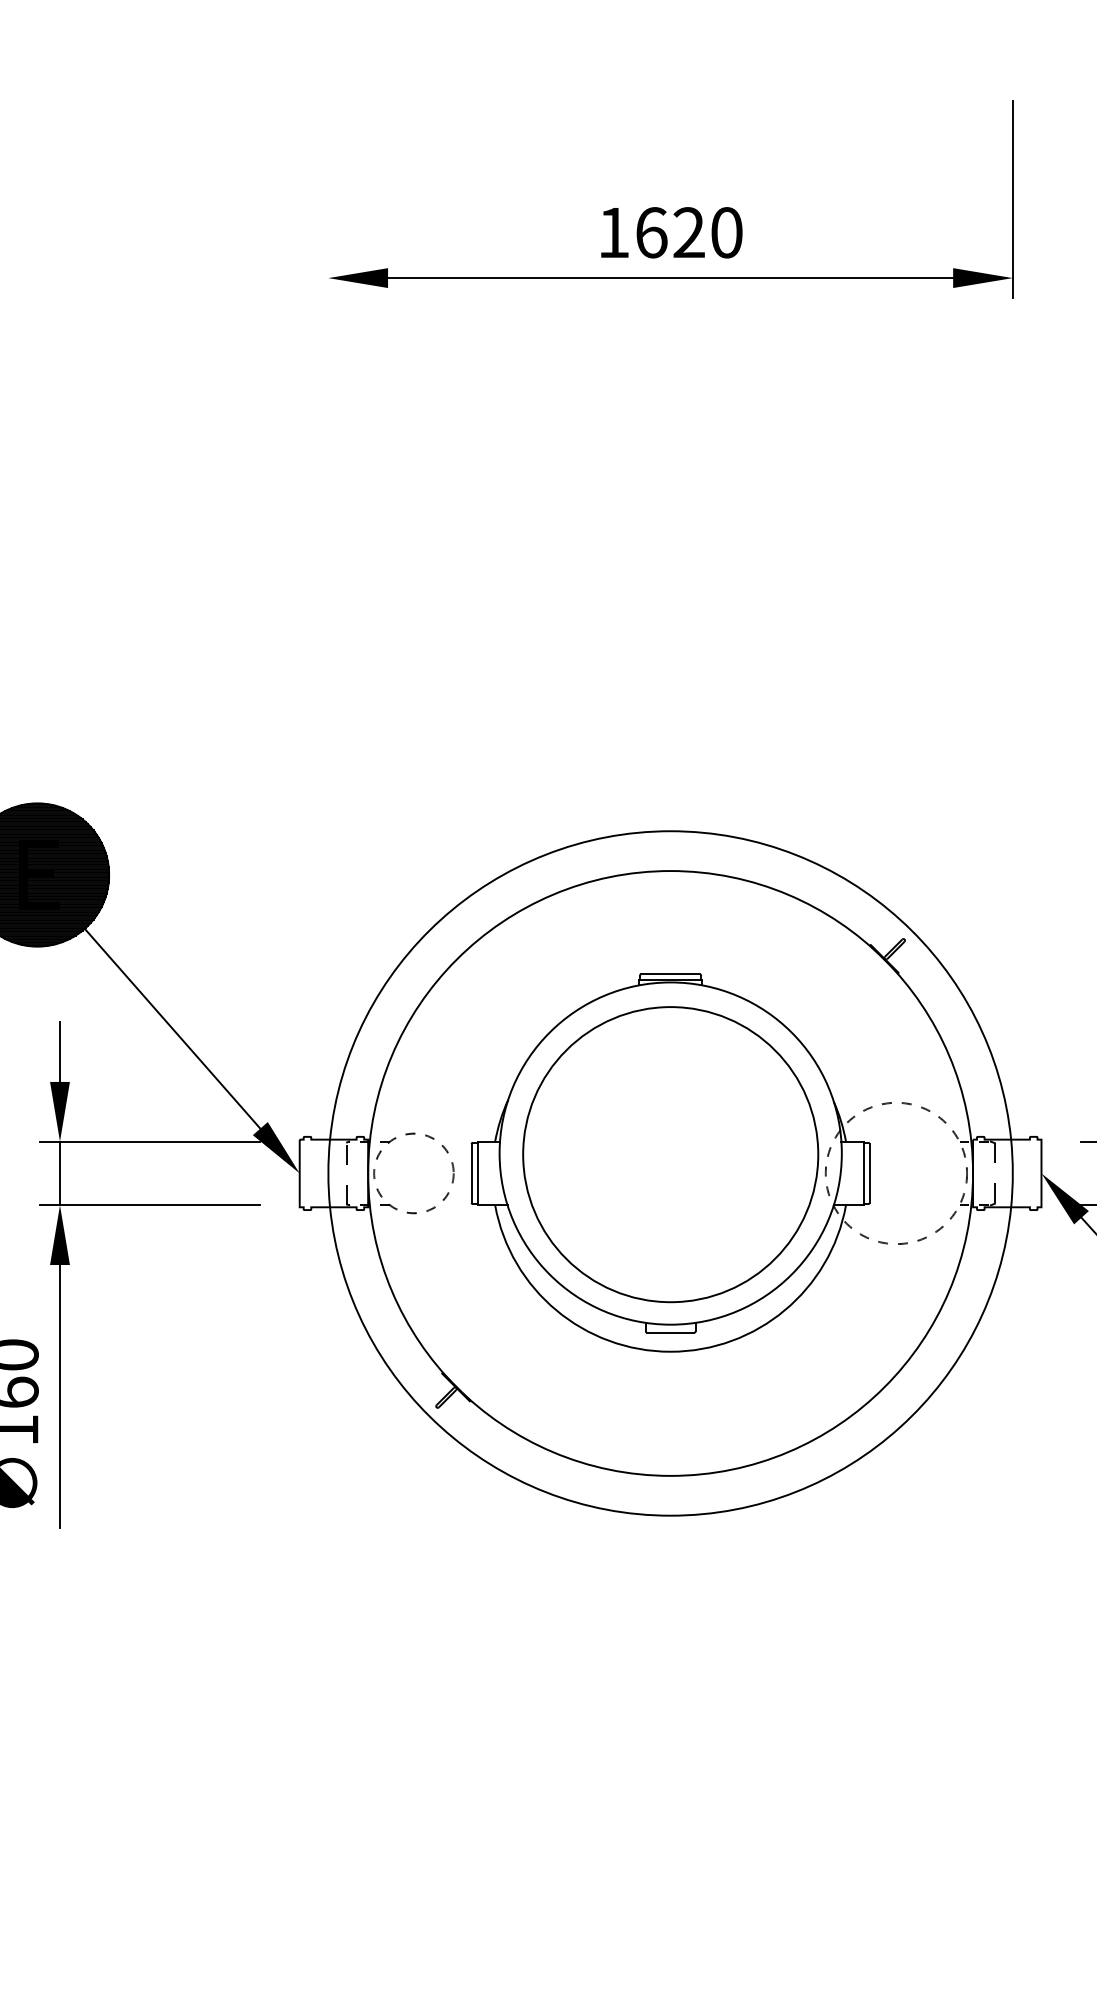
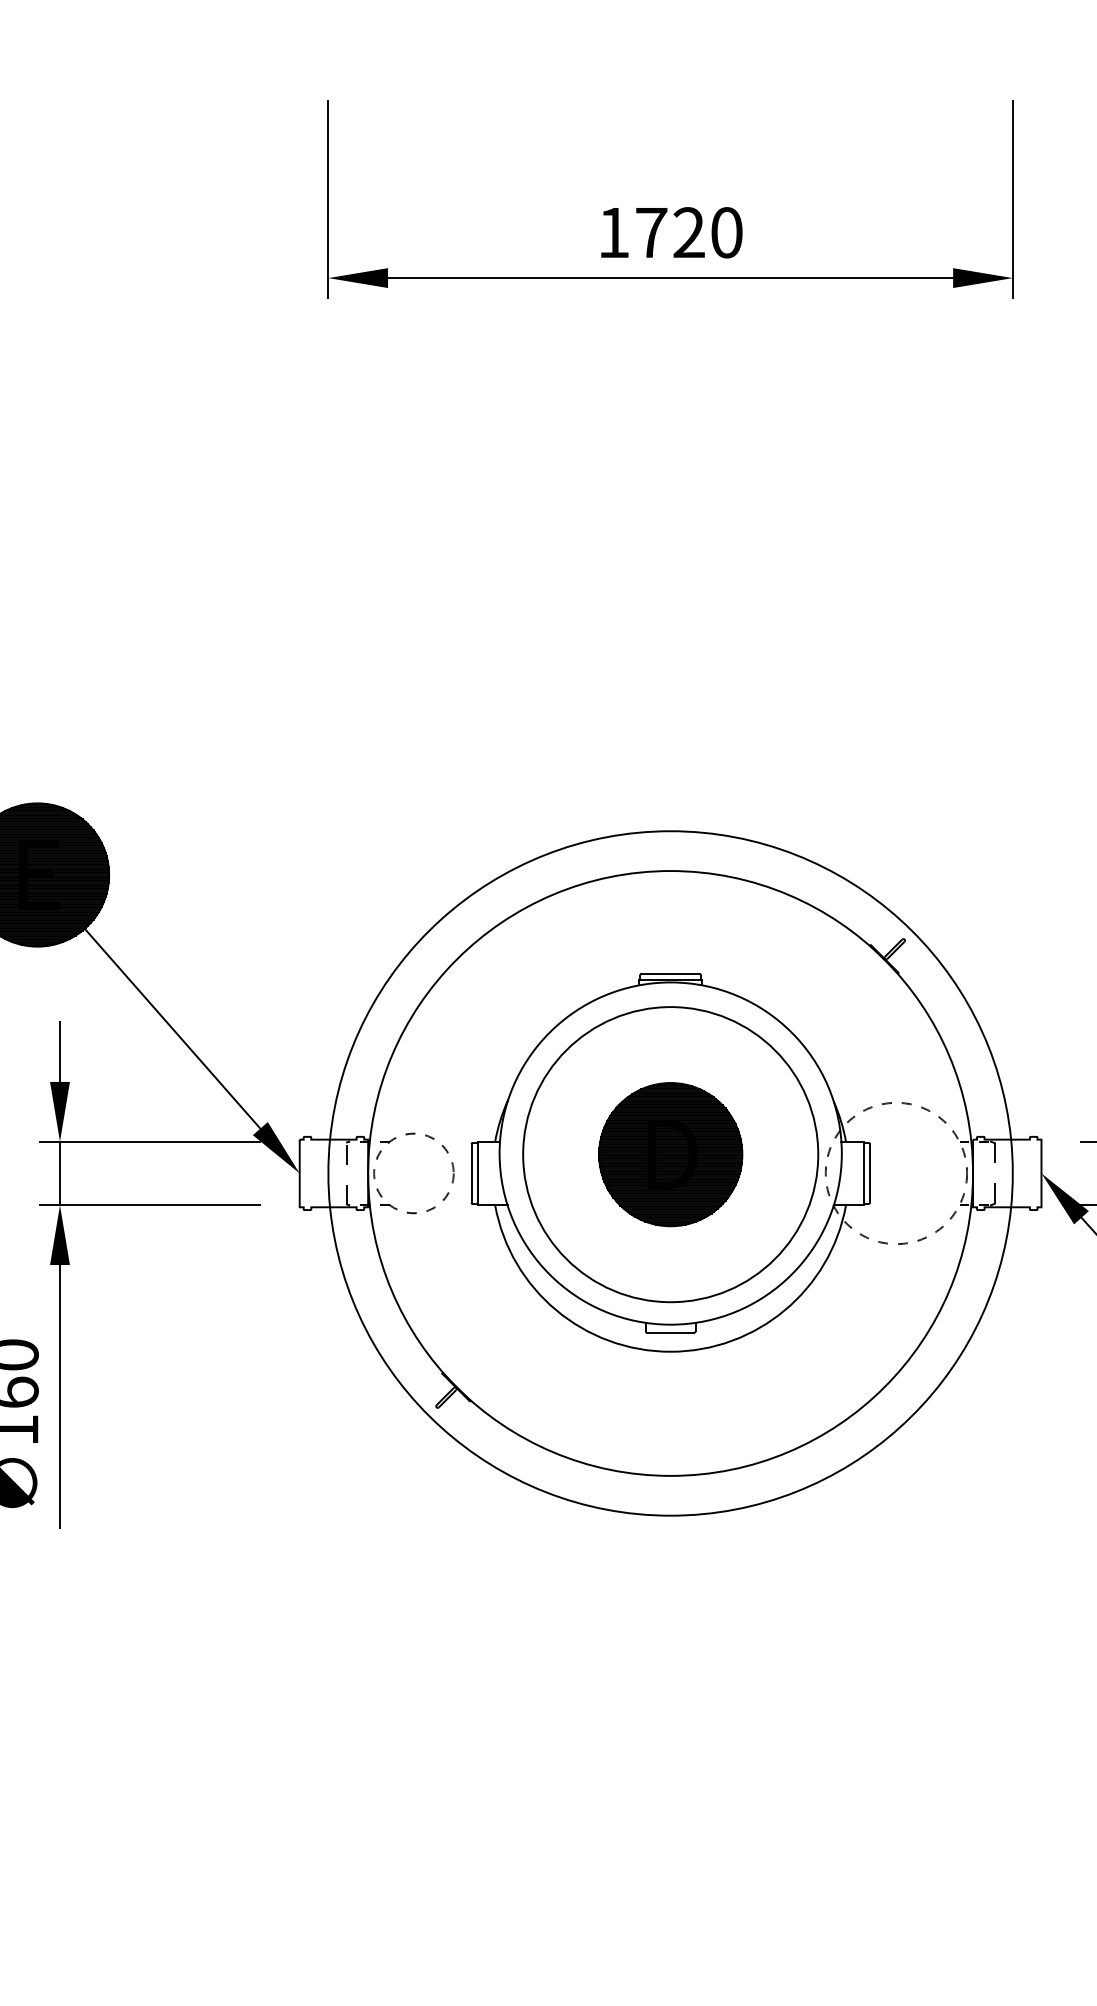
line at (328, 199): none -> present
text at (651, 232): 1620 -> 1720
part at (670, 1154): none -> present
